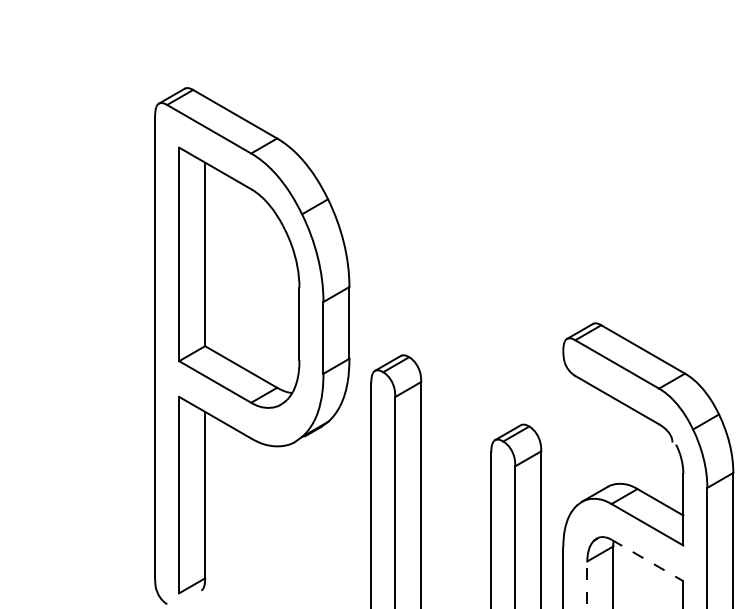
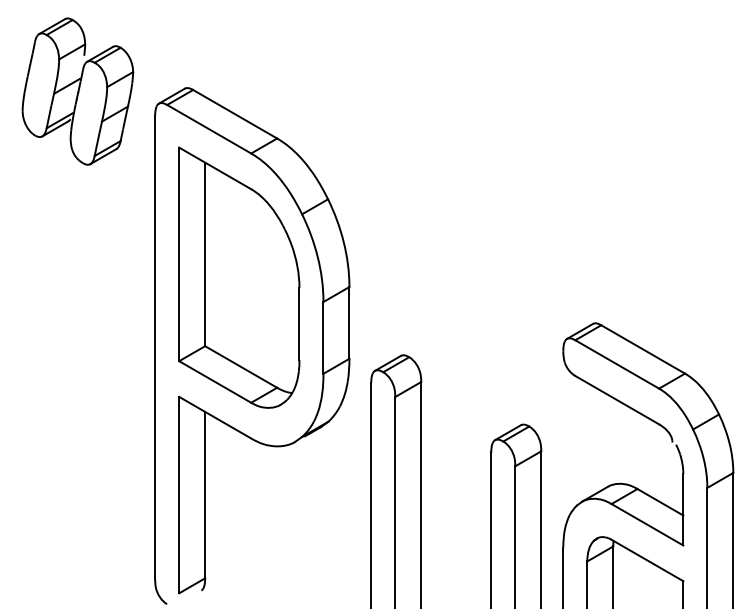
part at (77, 91): none -> present
line at (647, 560): dashed -> solid
line at (587, 584): dashed -> solid
